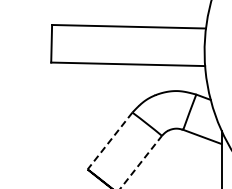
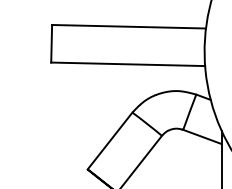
line at (109, 141): dashed -> solid
line at (141, 162): dashed -> solid
